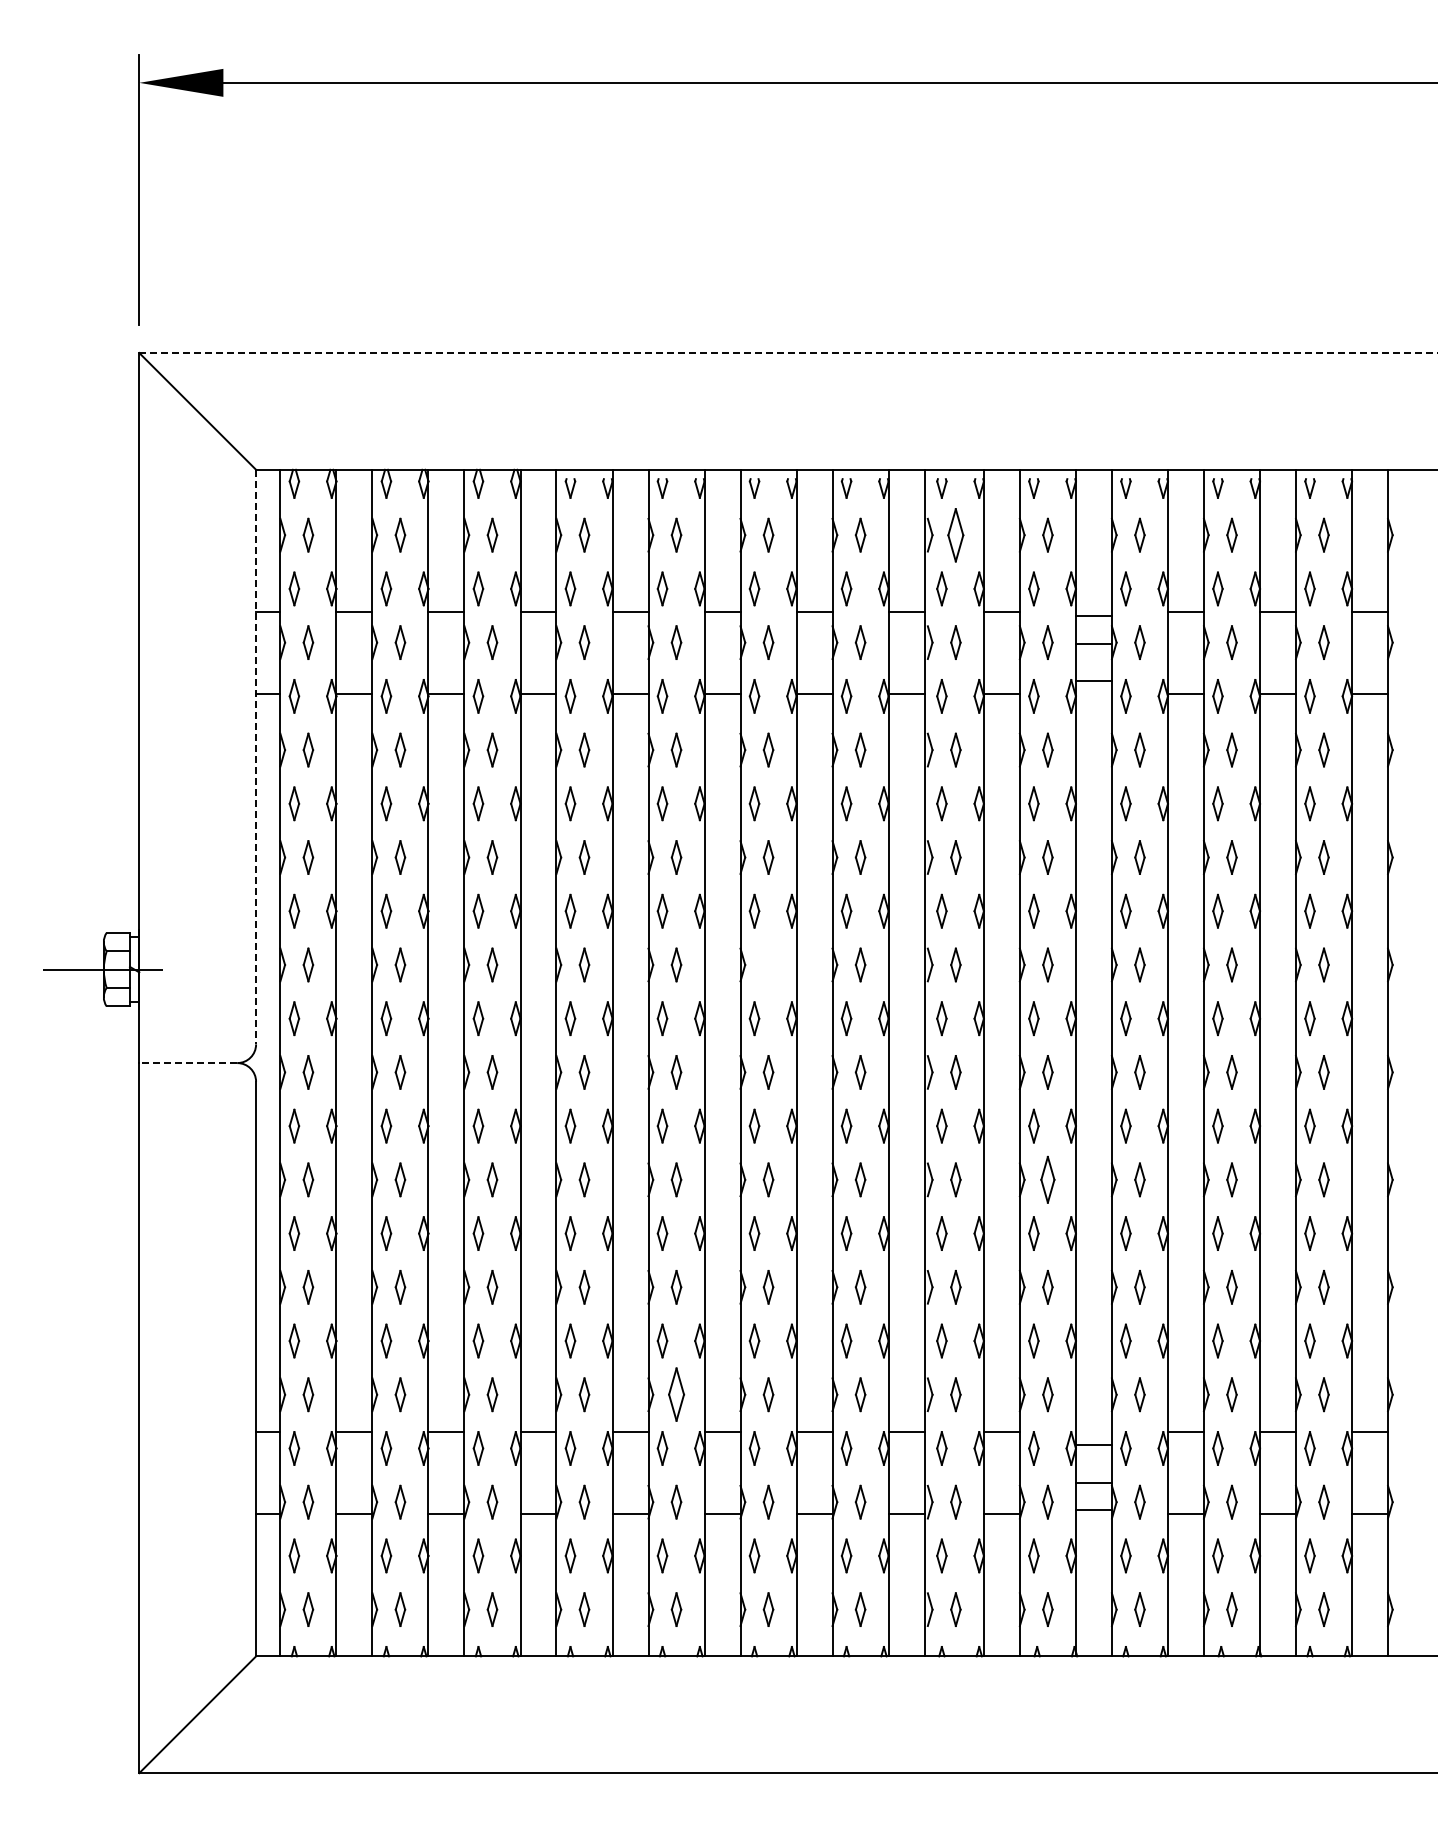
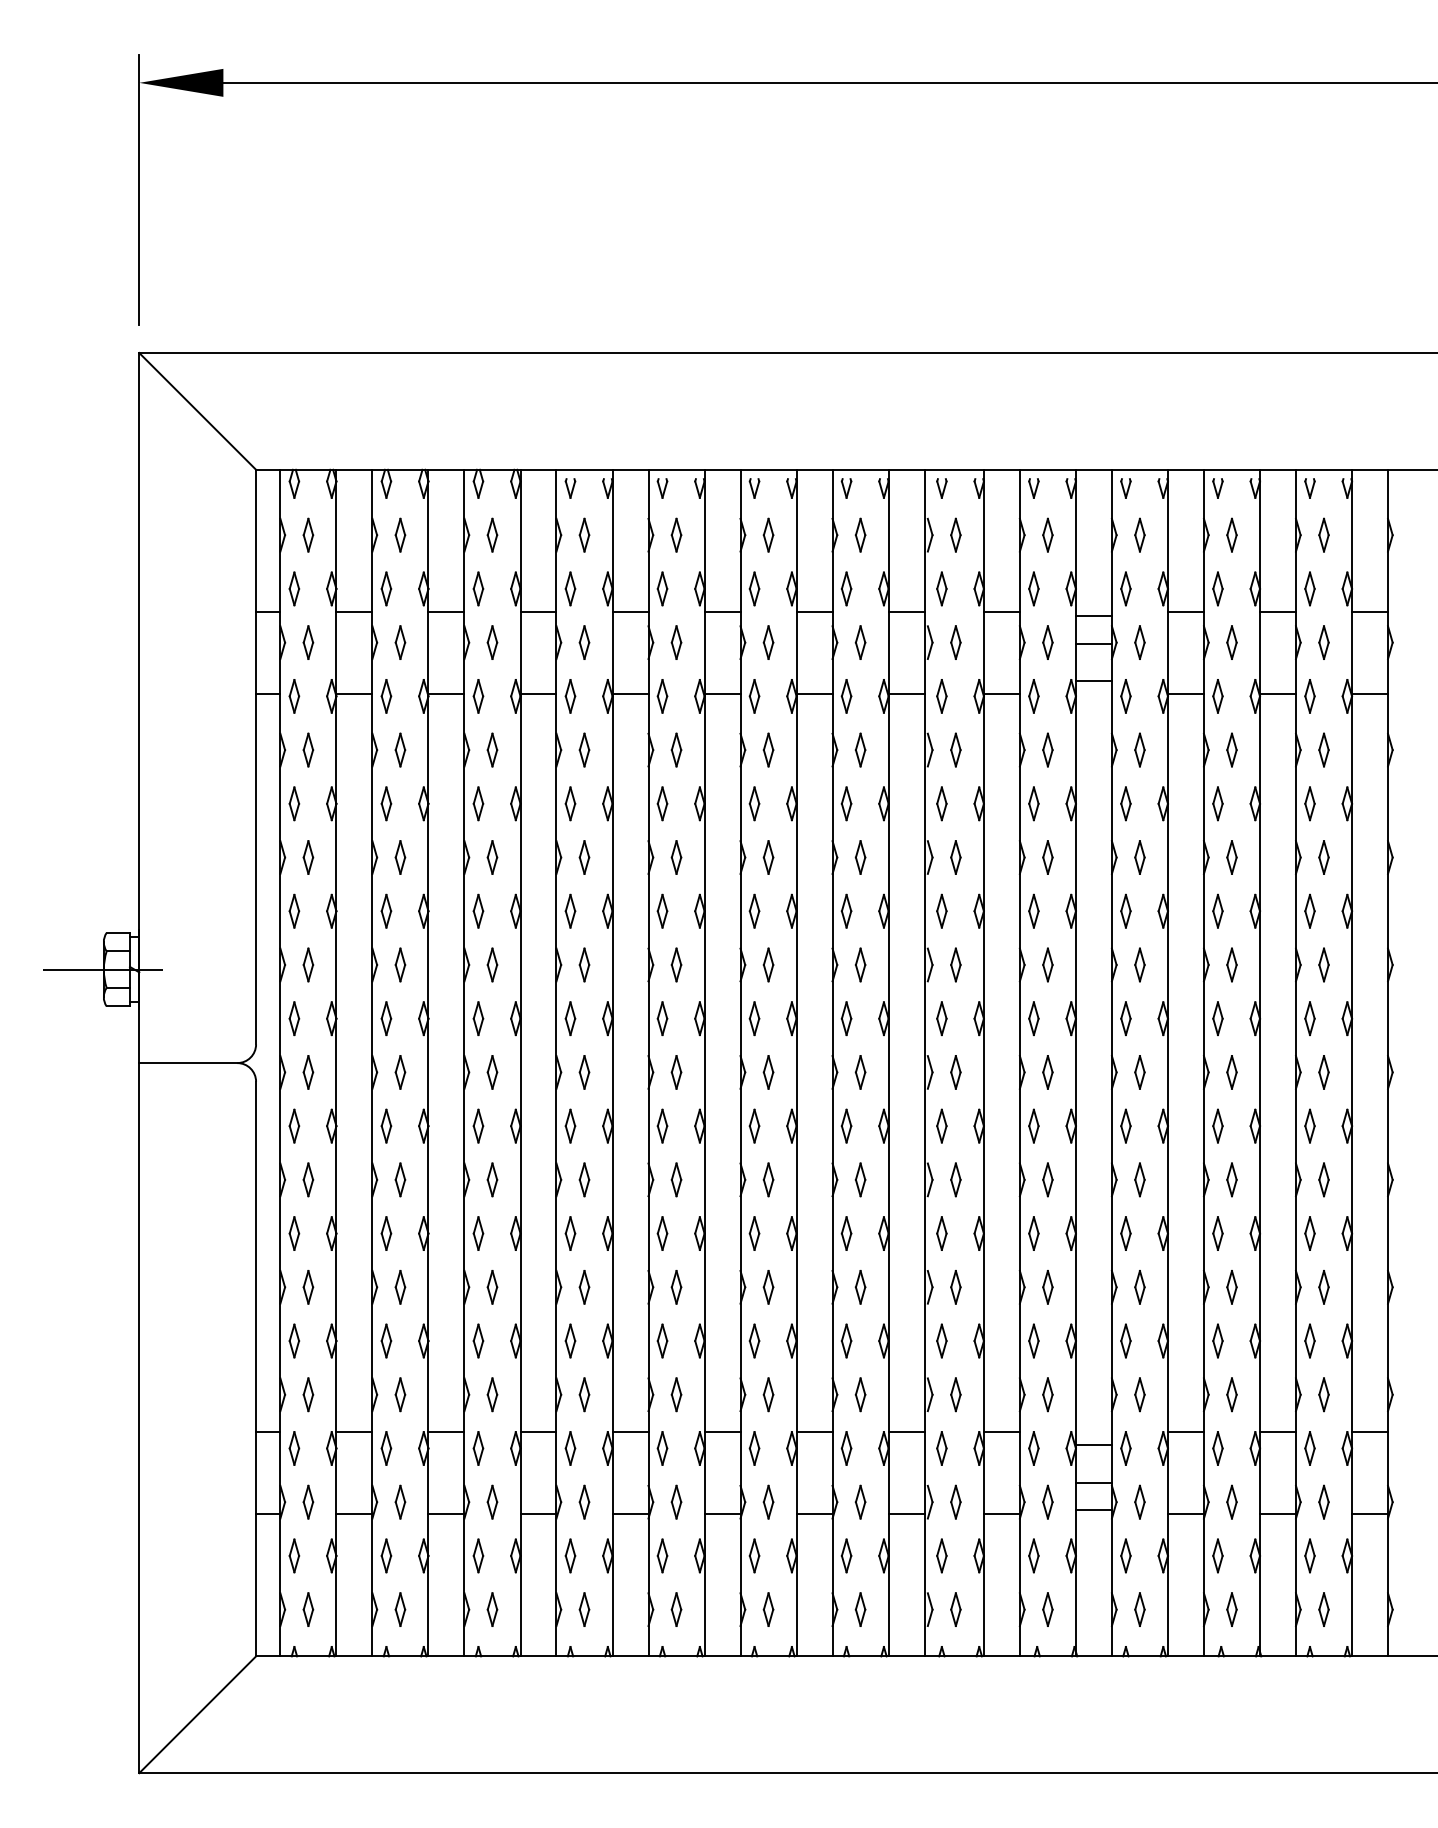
line at (788, 353): dashed -> solid
part at (955, 535) size: 18x55 px -> 12x36 px
line at (256, 757): dashed -> solid
part at (768, 964): none -> present
line at (187, 1063): dashed -> solid
part at (1047, 1179) size: 16x49 px -> 12x36 px
part at (676, 1394) size: 18x55 px -> 13x36 px
